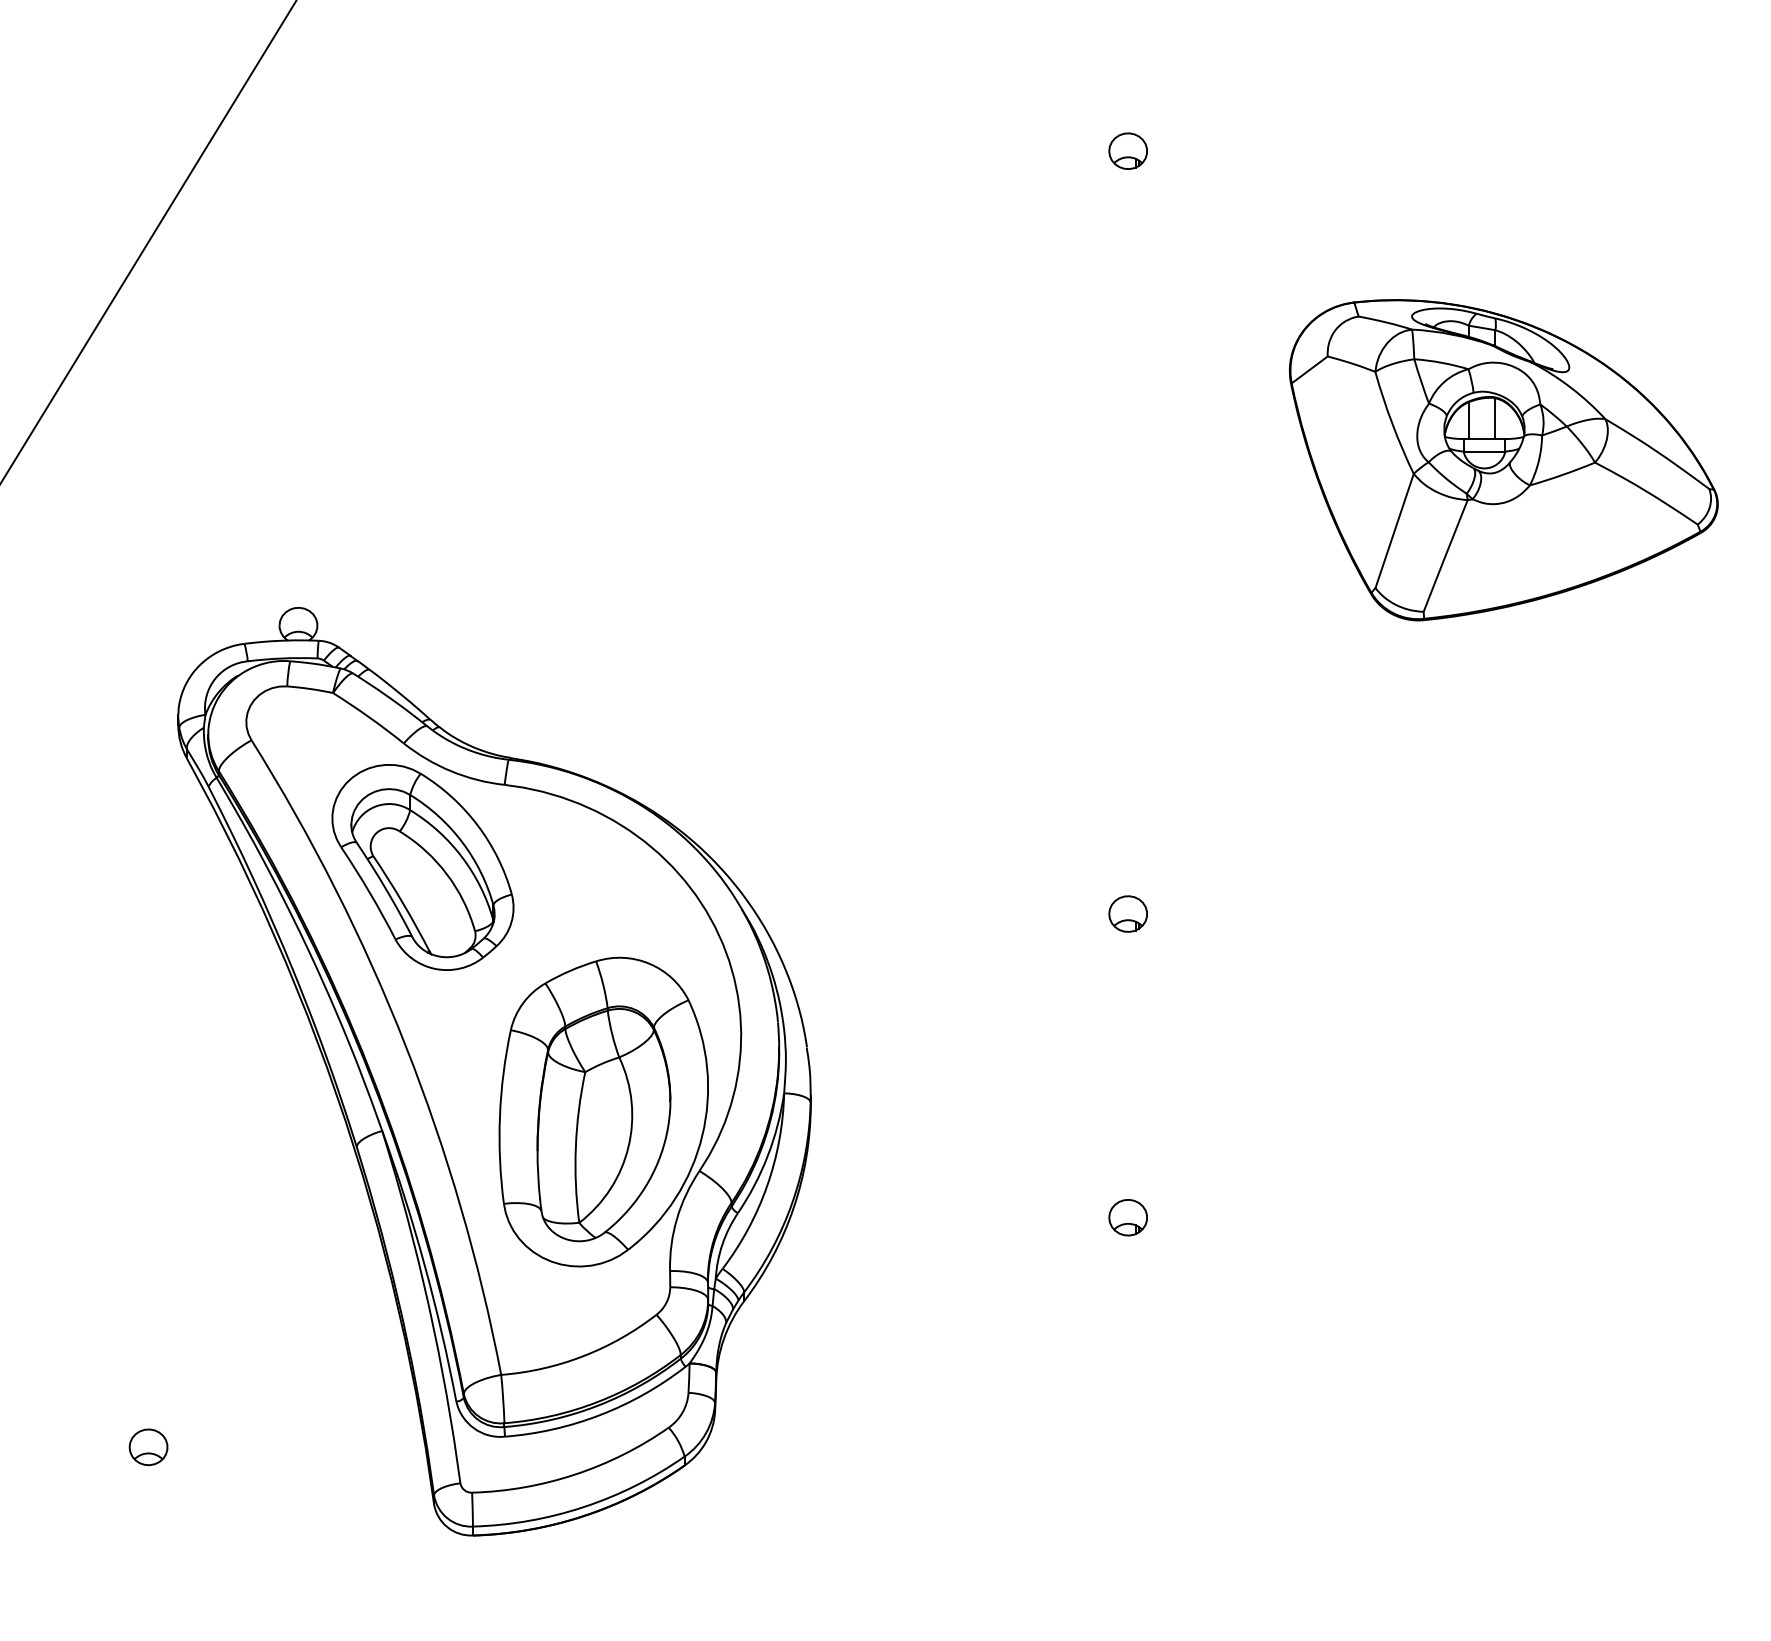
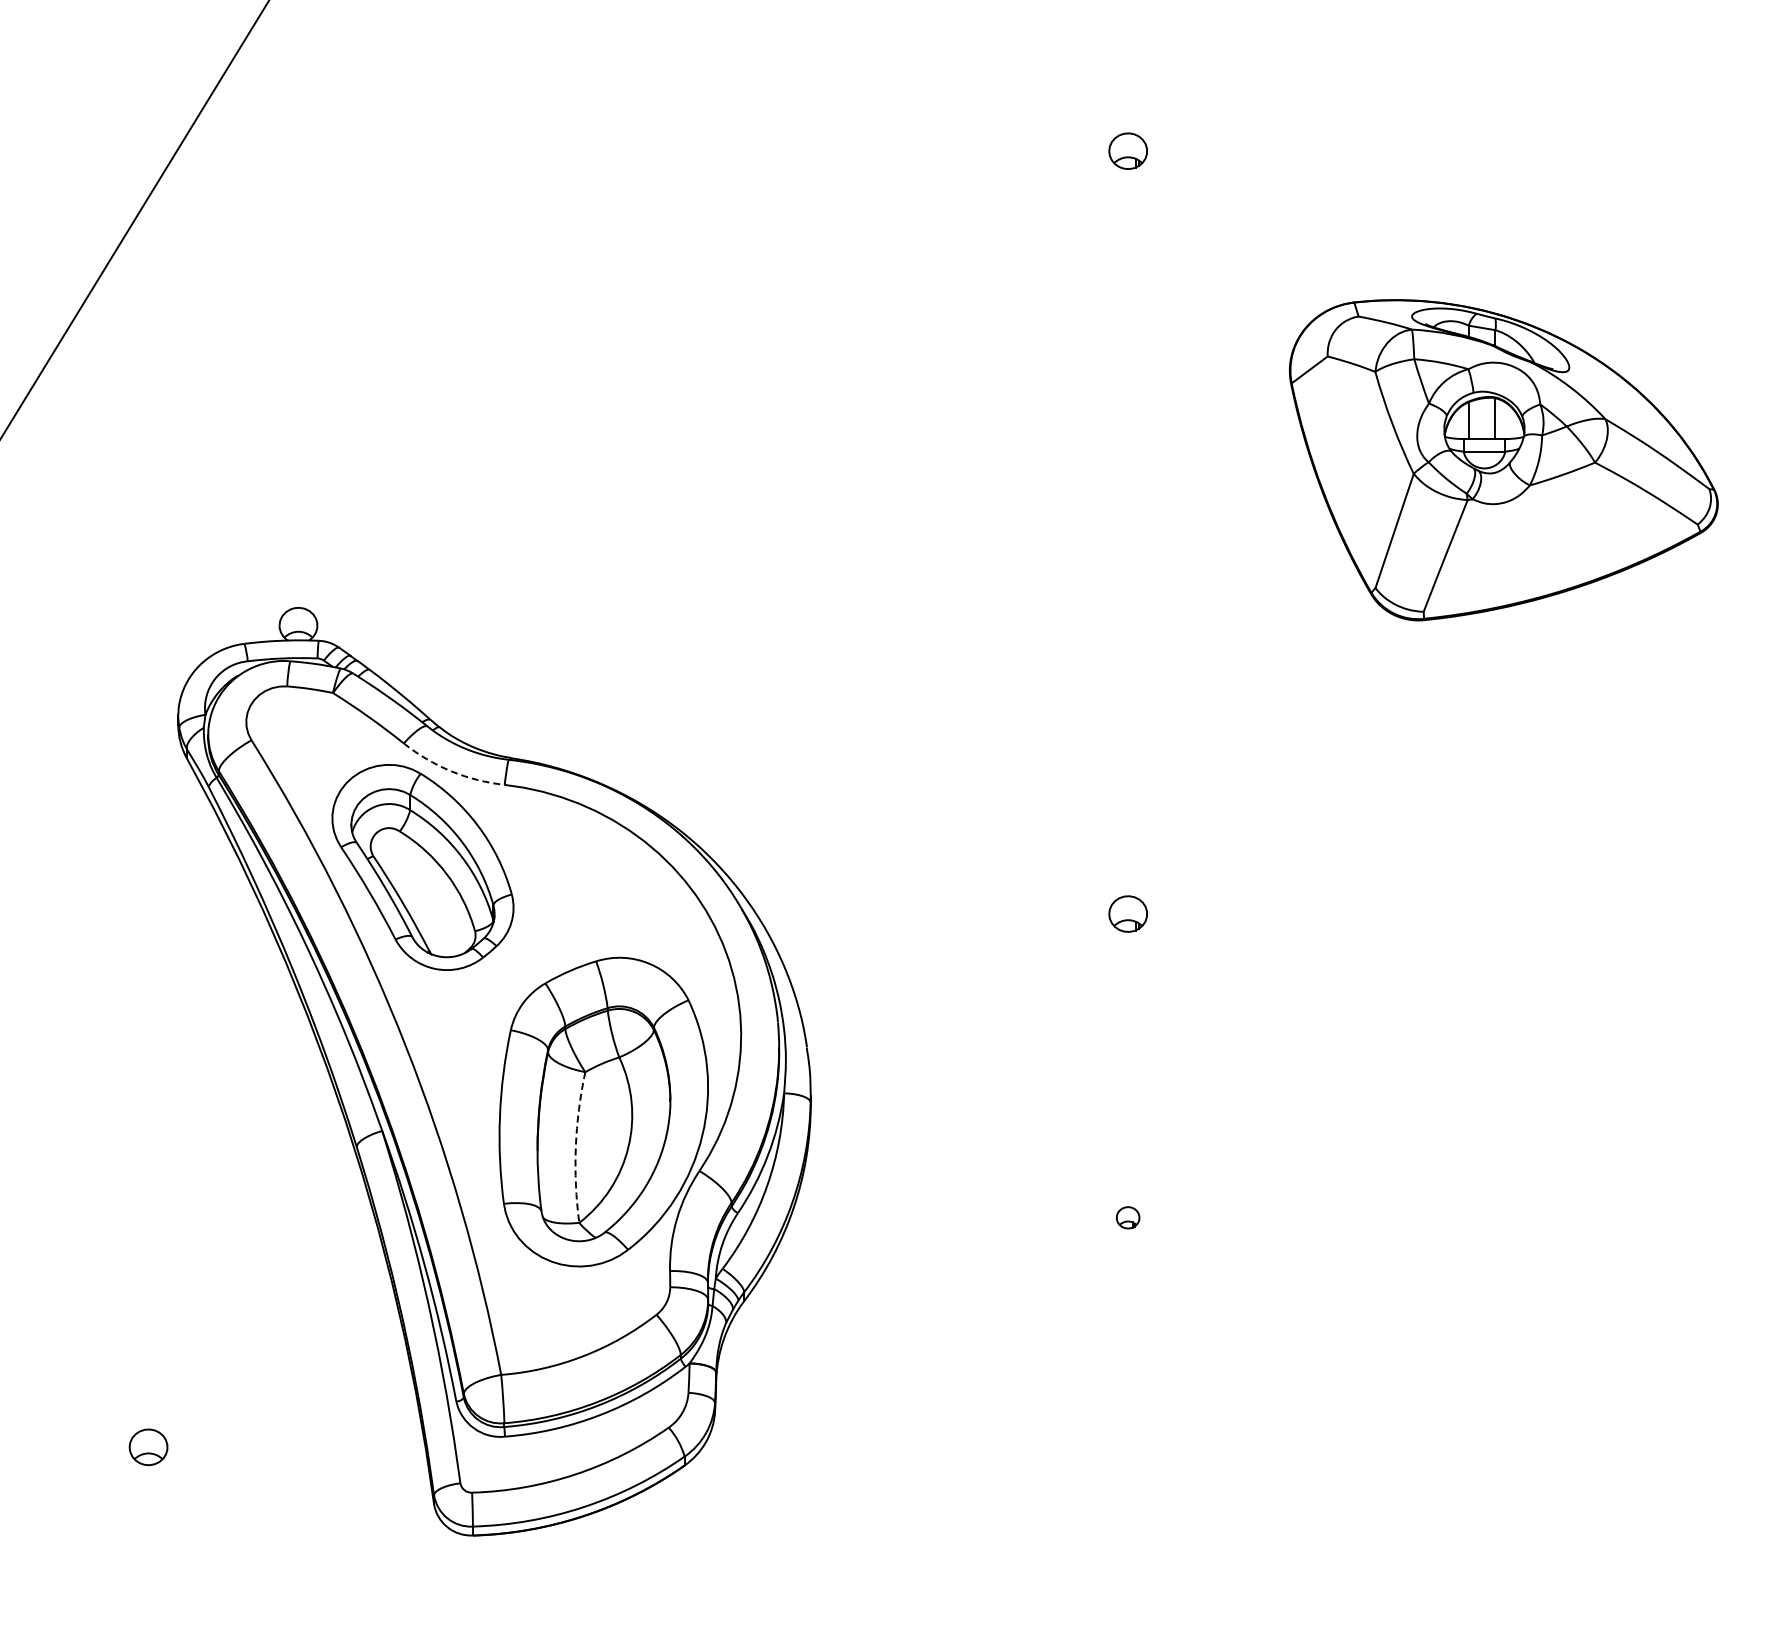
line at (148, 241) position: (148, 241) -> (135, 219)
arc at (451, 771): solid -> dashed
arc at (575, 1147): solid -> dashed
part at (1127, 1217) size: 40x38 px -> 26x24 px
